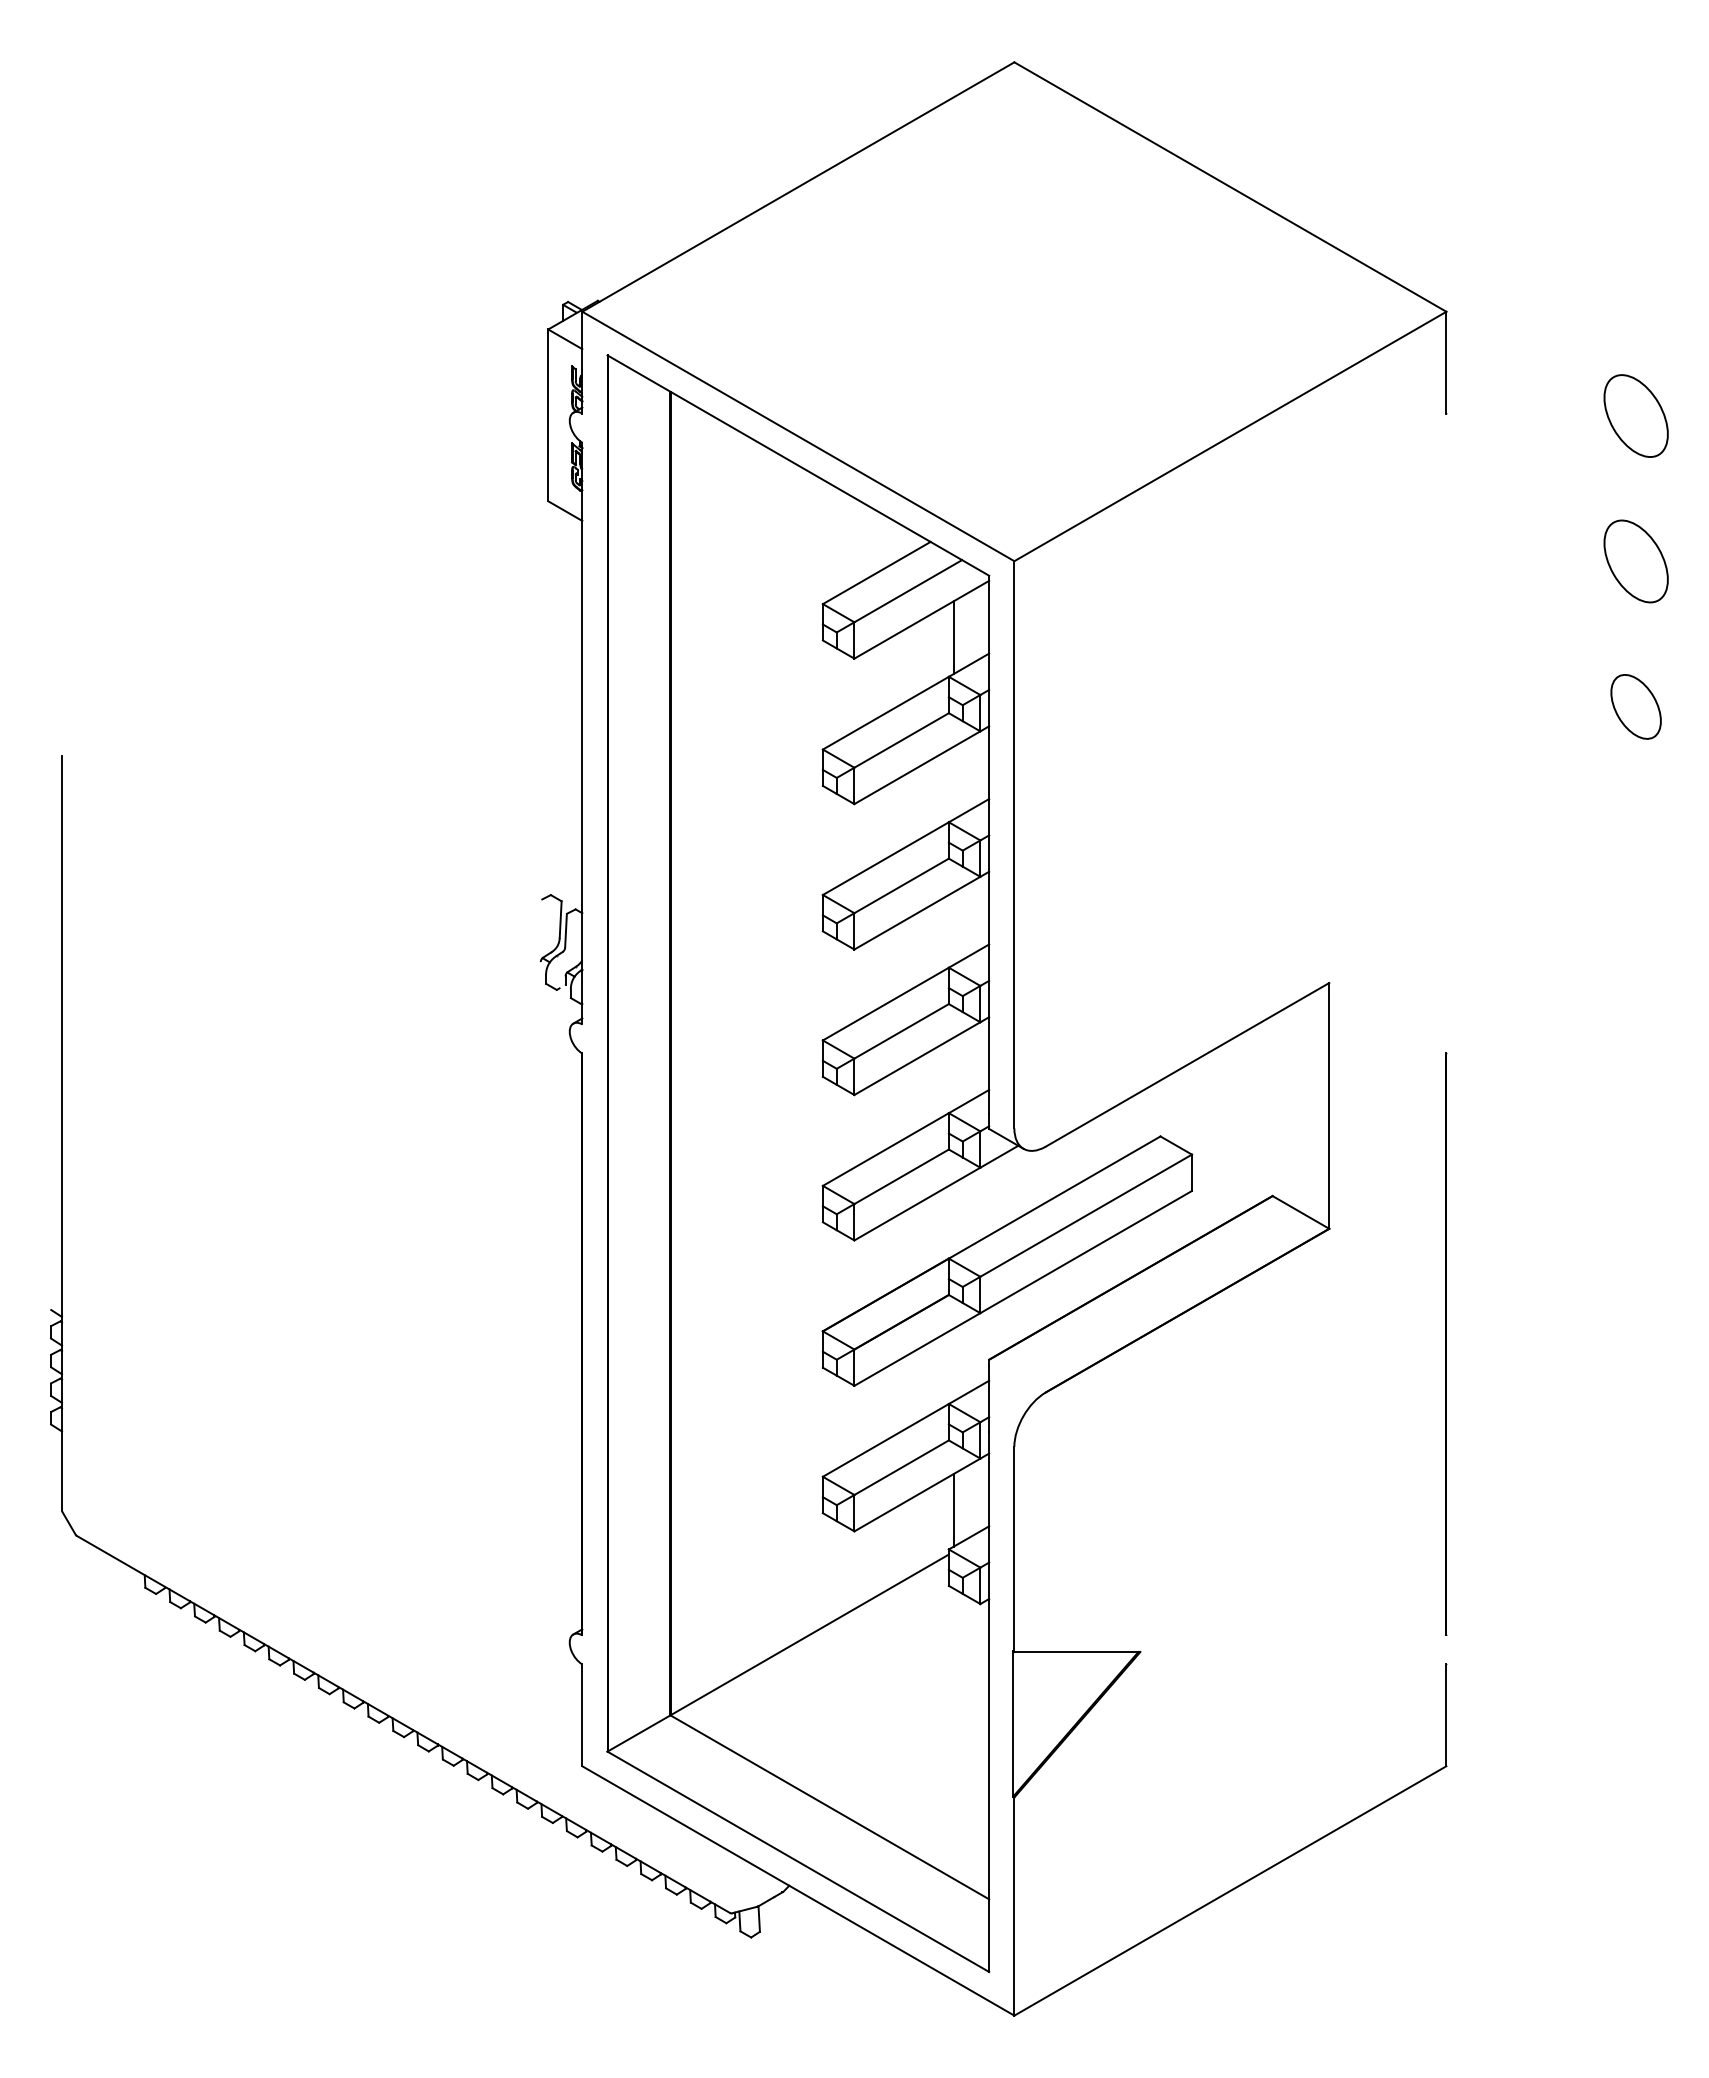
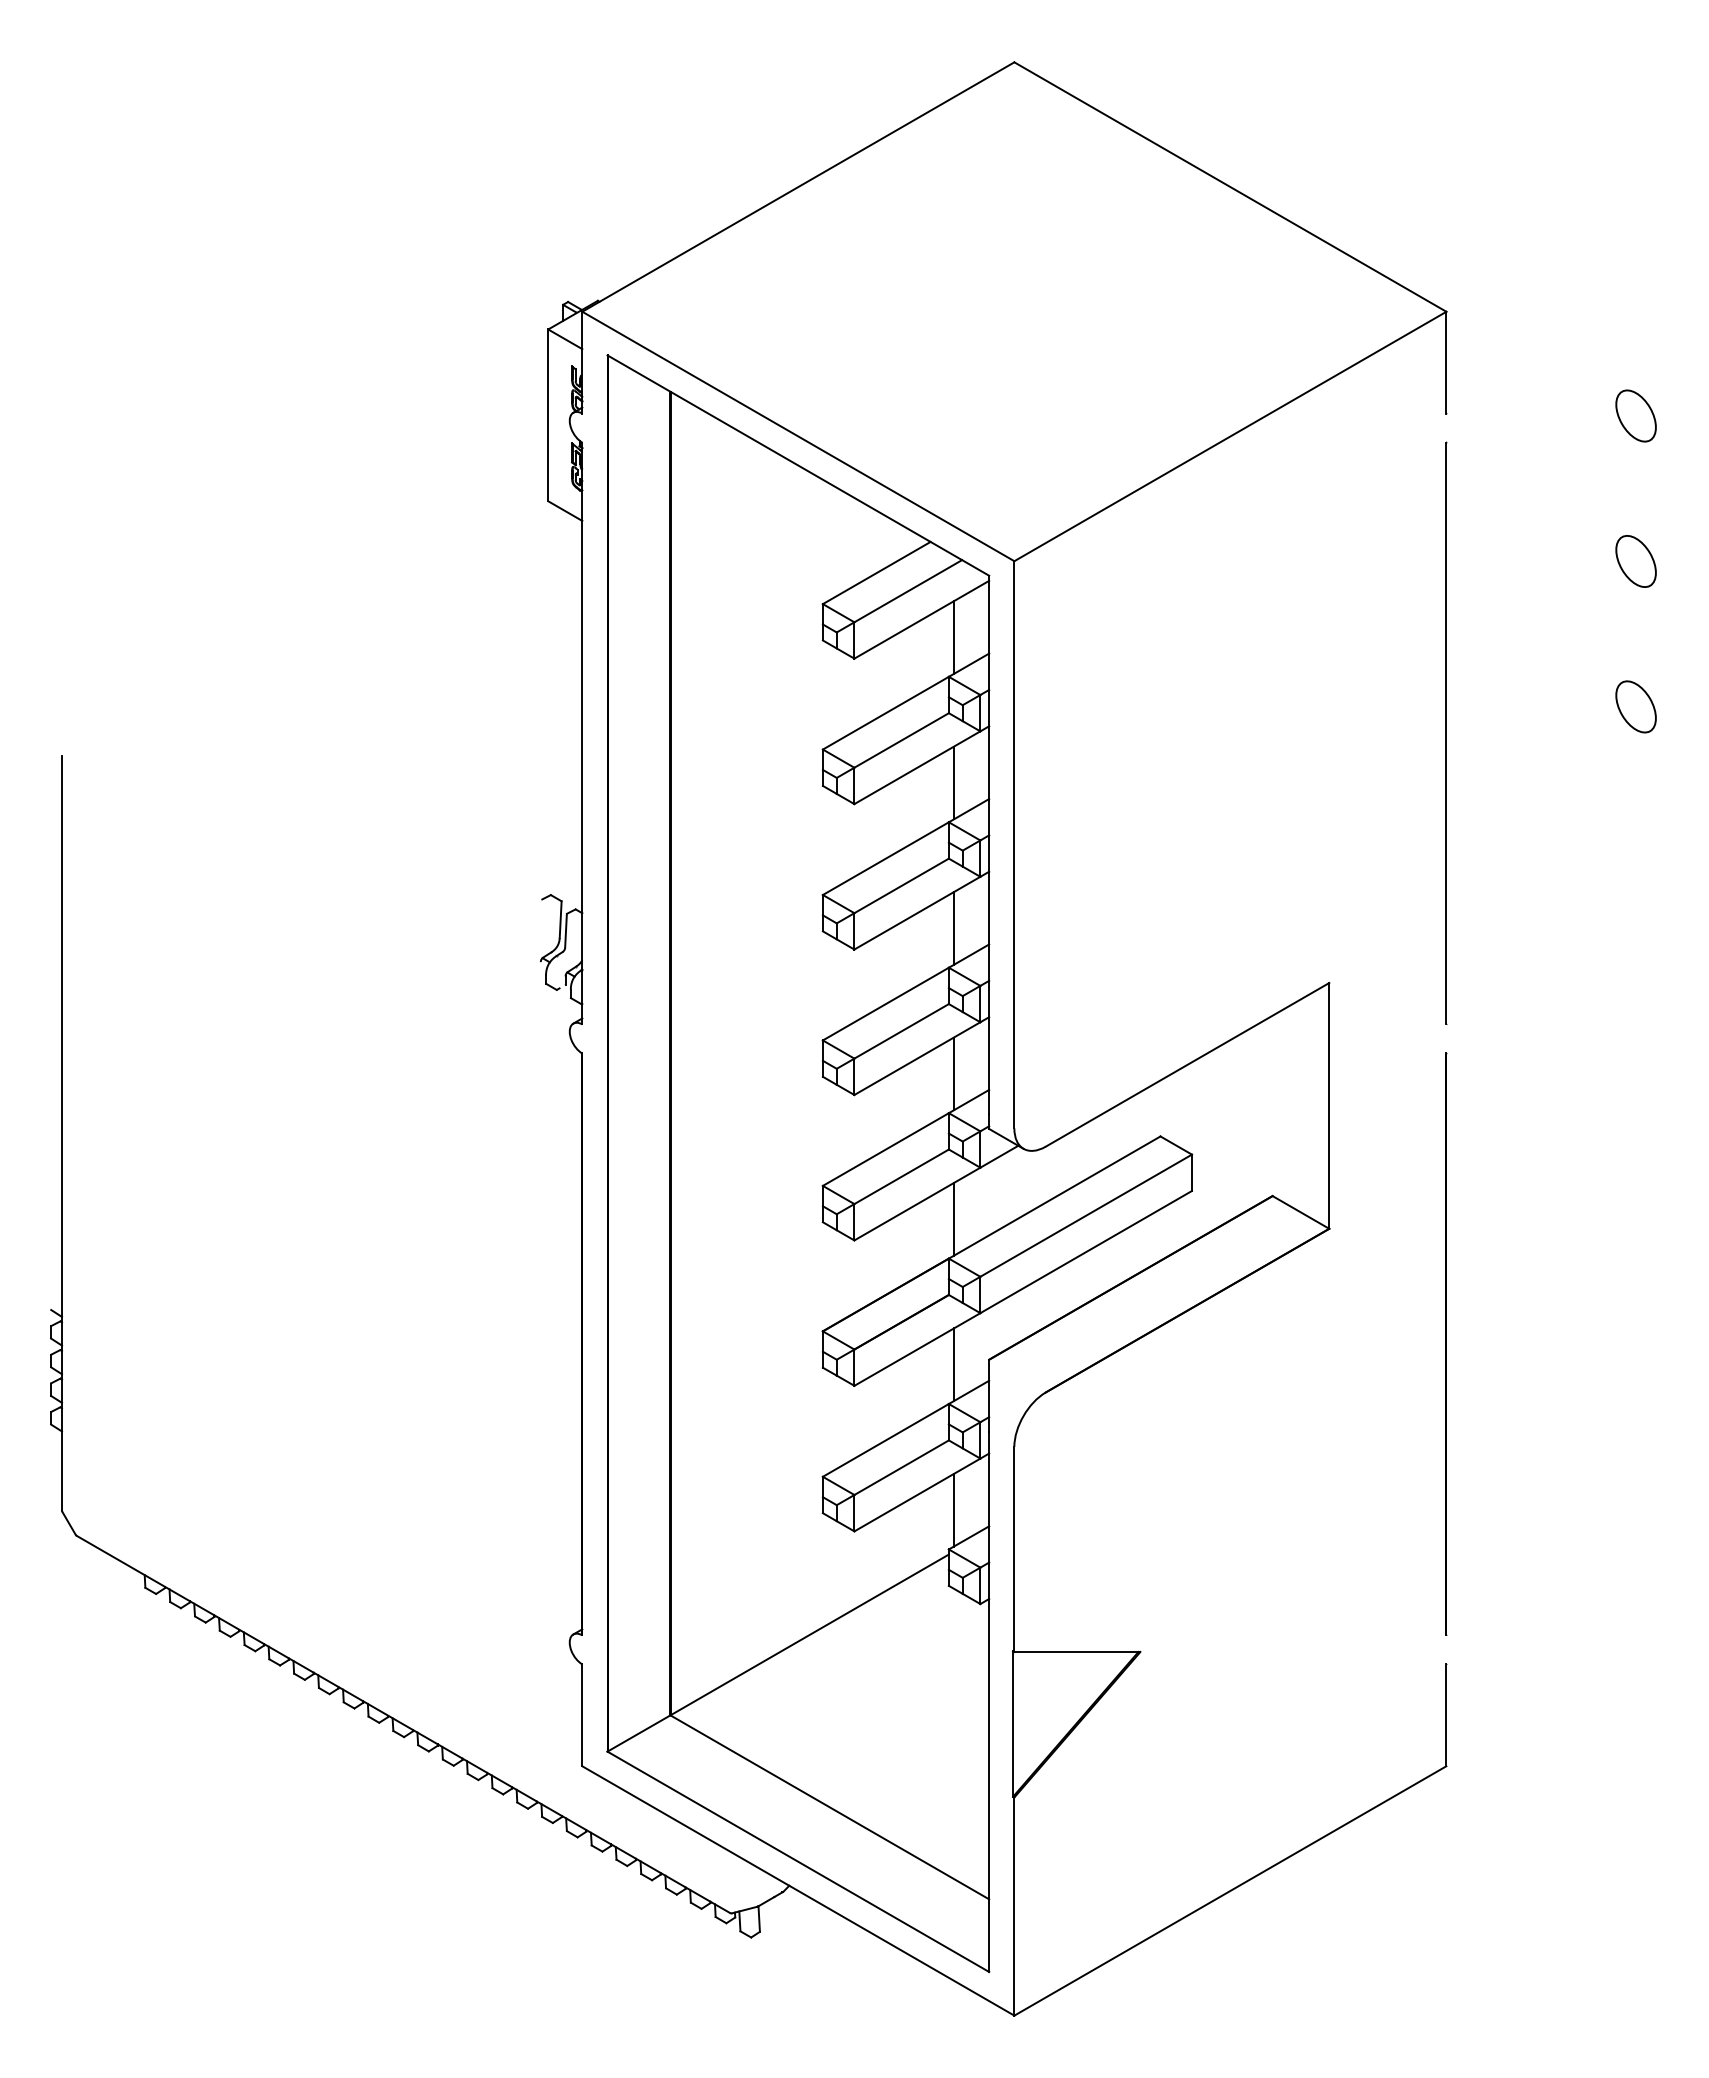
part at (1635, 415) size: 66x84 px -> 42x54 px
part at (1635, 561) size: 66x85 px -> 42x53 px
part at (1635, 706) size: 52x66 px -> 42x54 px
line at (1446, 732): none -> present
line at (953, 782): none -> present
line at (953, 928): none -> present
line at (953, 1073): none -> present
line at (953, 1219): none -> present
line at (953, 1364): none -> present
